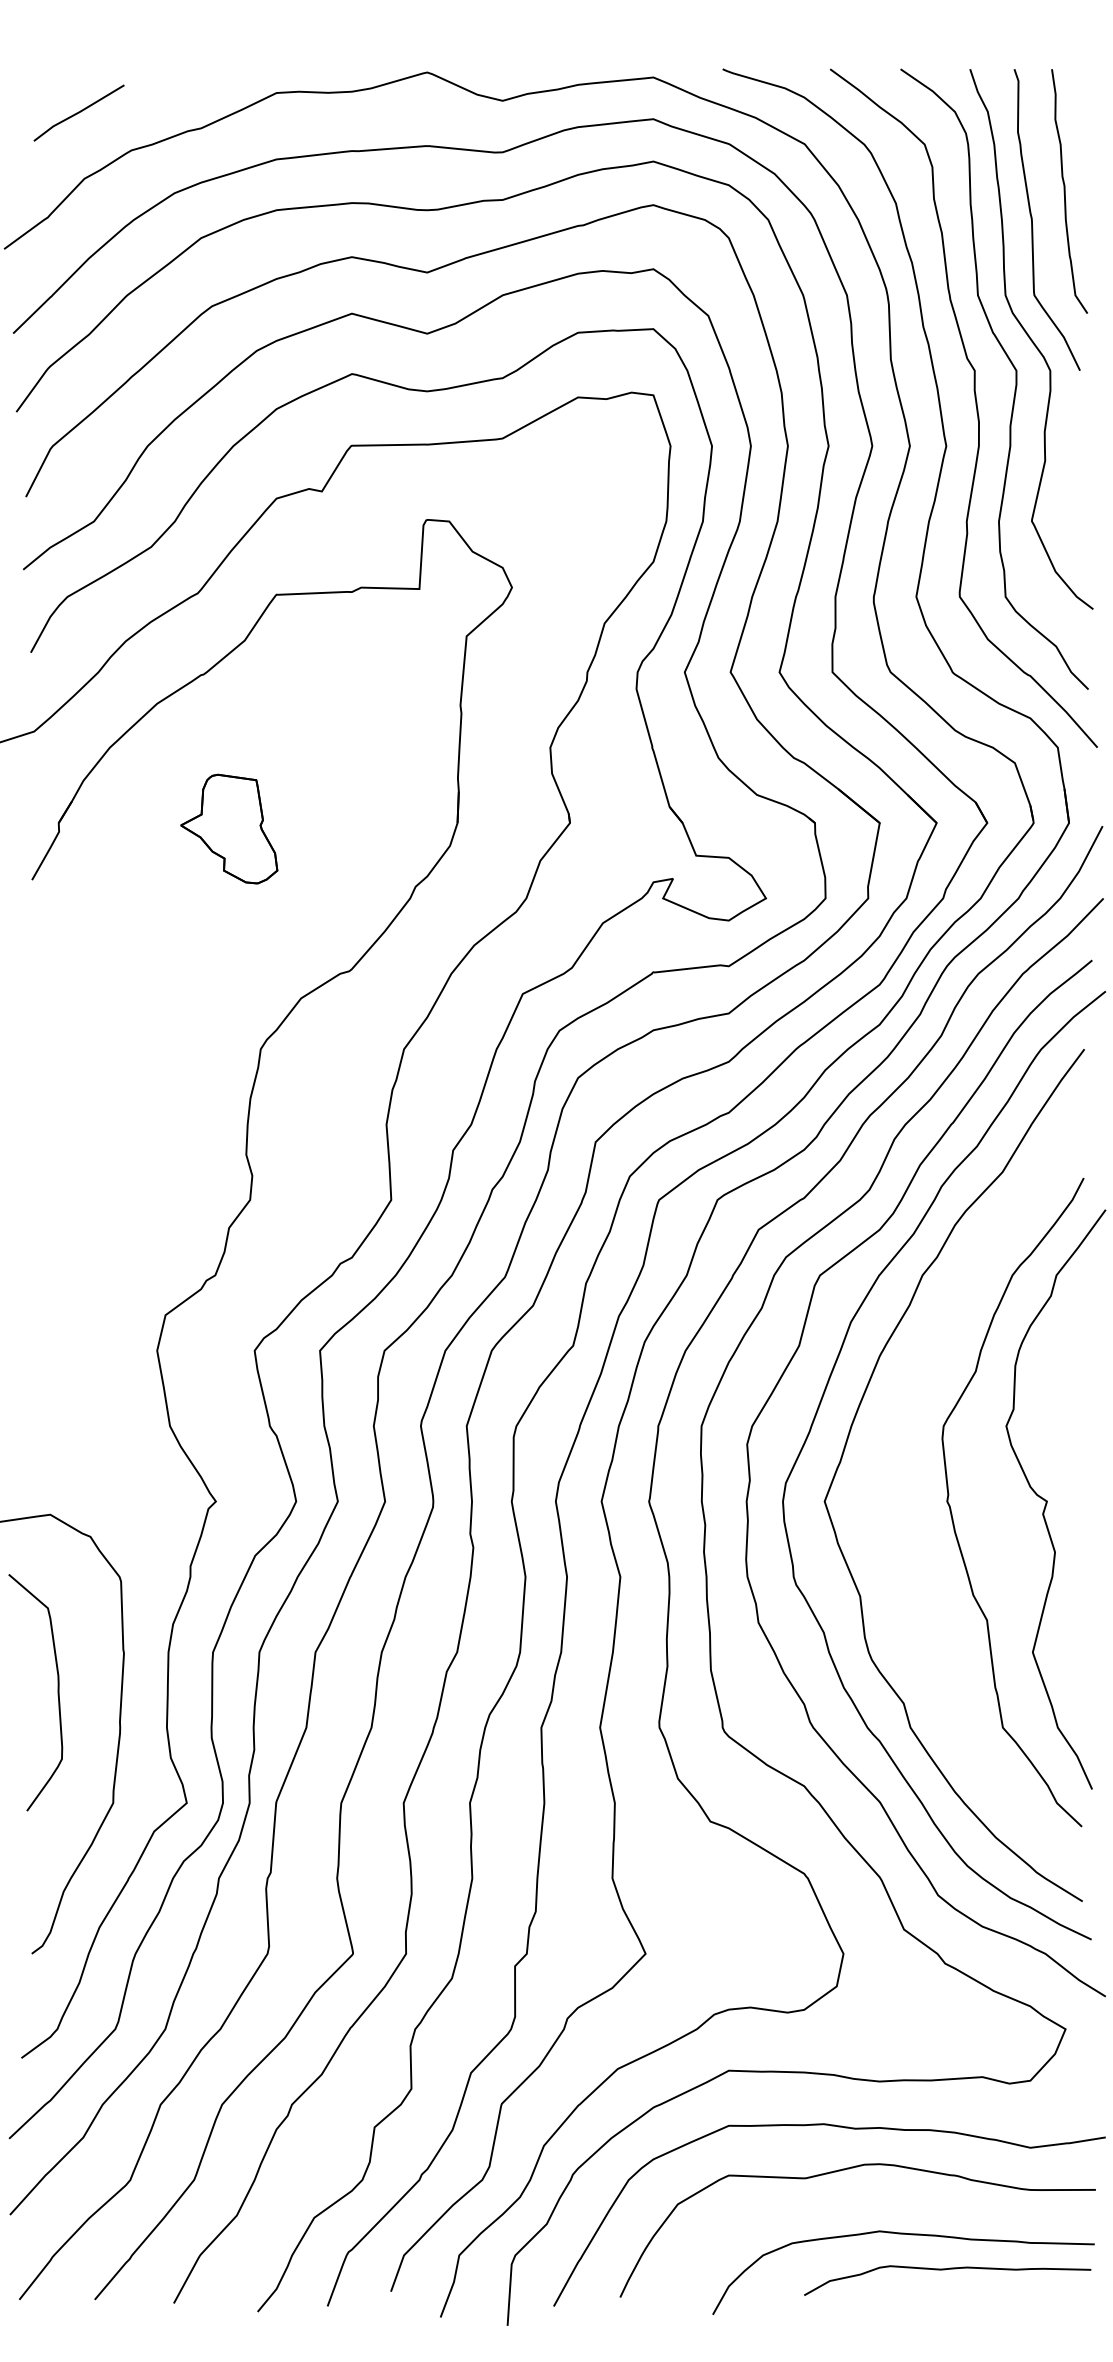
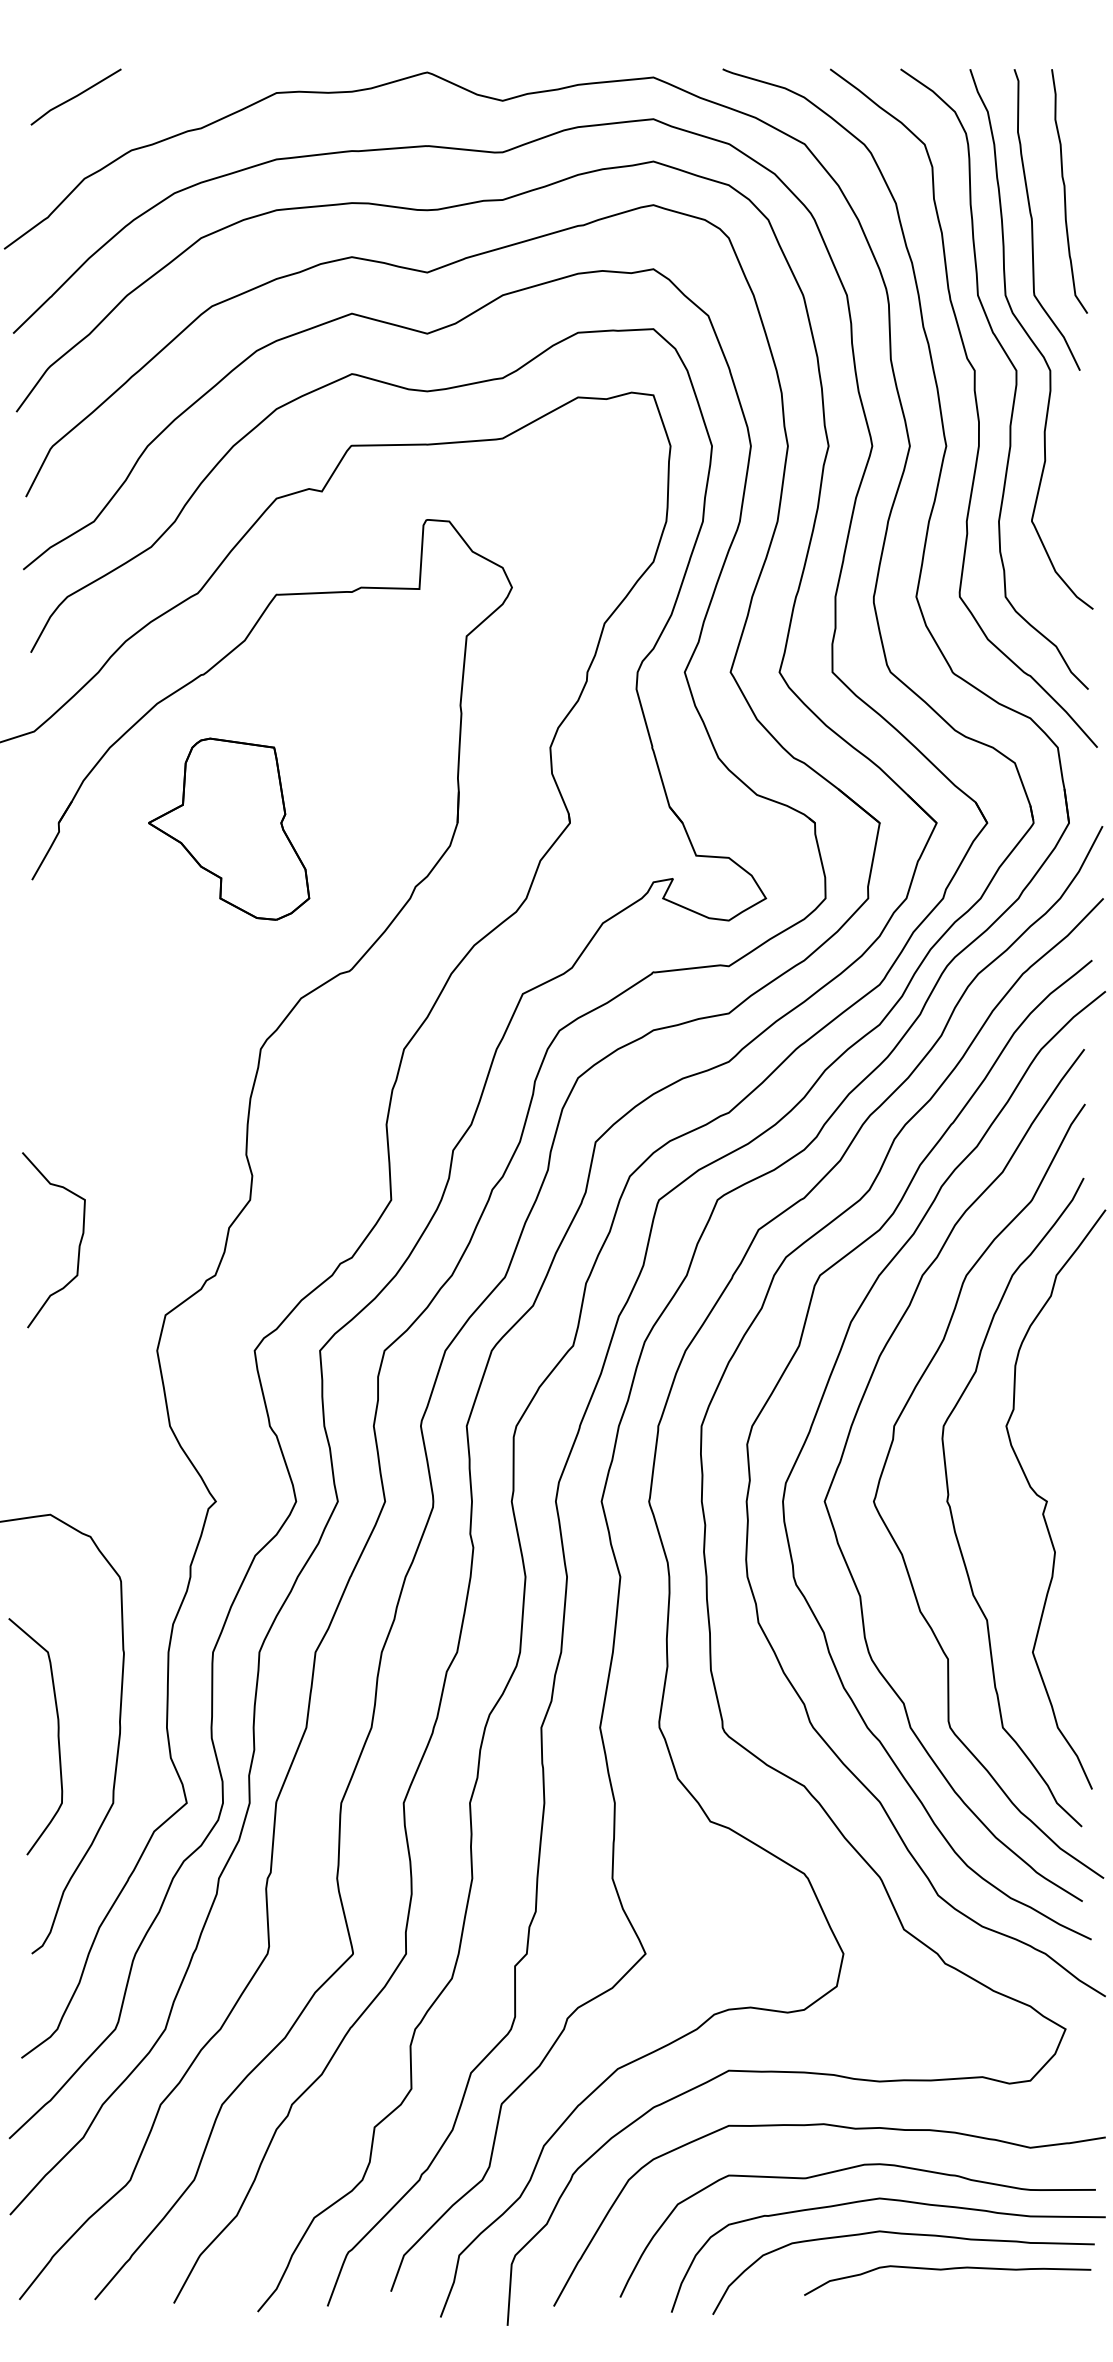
line at (78, 112) position: (78, 112) -> (75, 96)
part at (229, 828) size: 99x112 px -> 163x184 px
curve at (78, 1245): none -> present
curve at (888, 1457): none -> present
curve at (57, 1692) position: (57, 1692) -> (57, 1736)
curve at (896, 2201): none -> present
